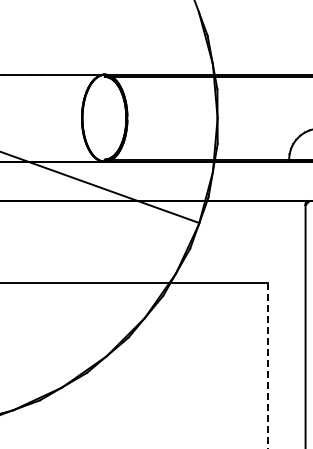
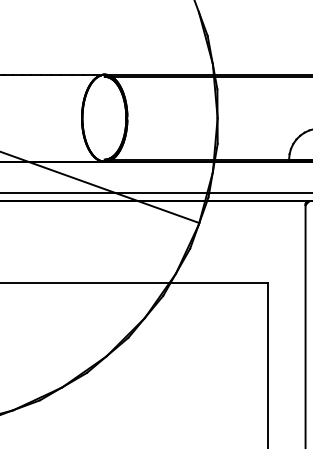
line at (155, 192): none -> present
line at (268, 365): dashed -> solid
